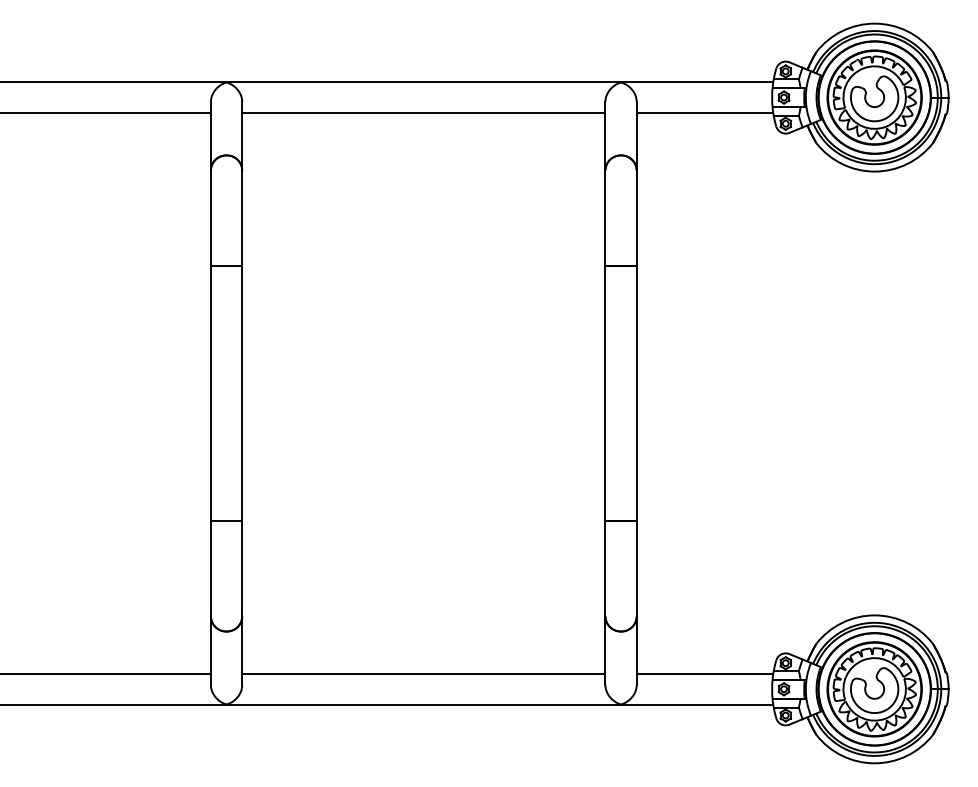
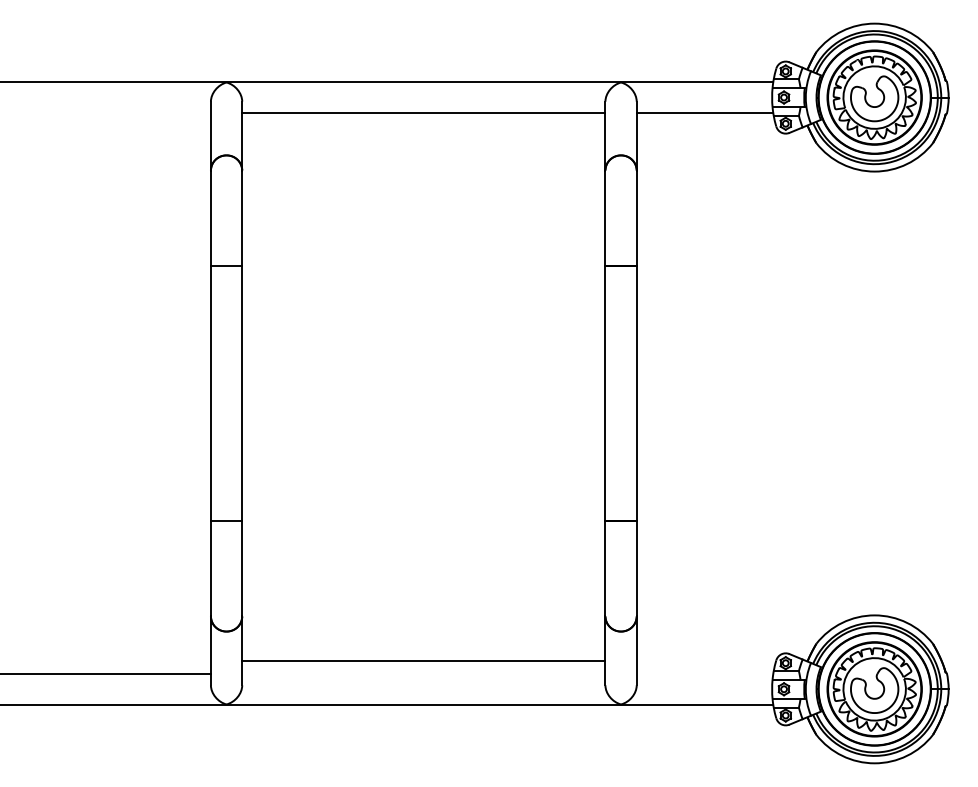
line at (106, 113): present -> none
line at (423, 673) position: (423, 673) -> (423, 660)
line at (704, 673): present -> none
